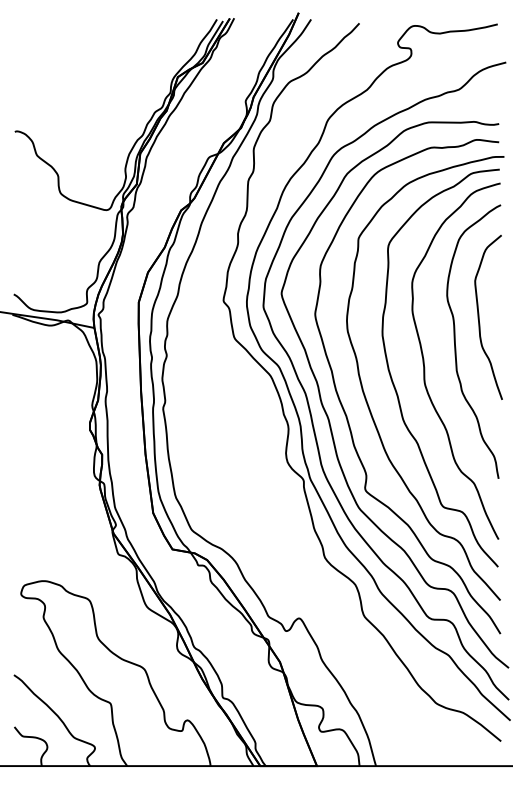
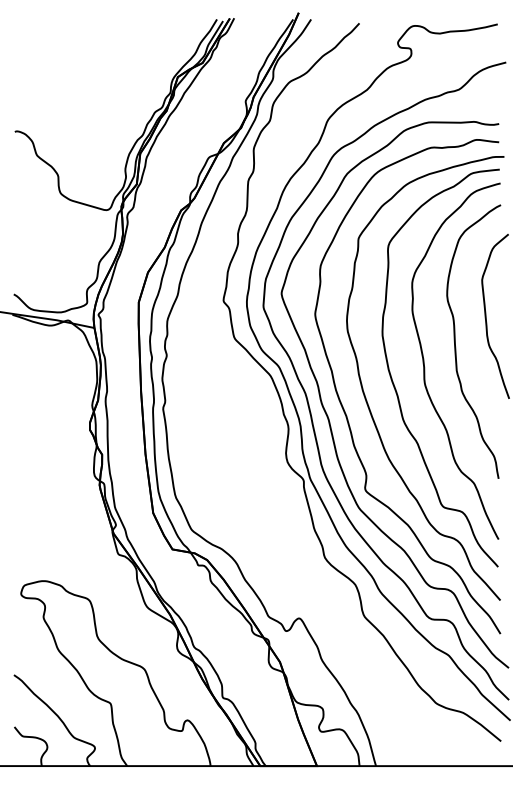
curve at (479, 317) position: (479, 317) -> (486, 316)
